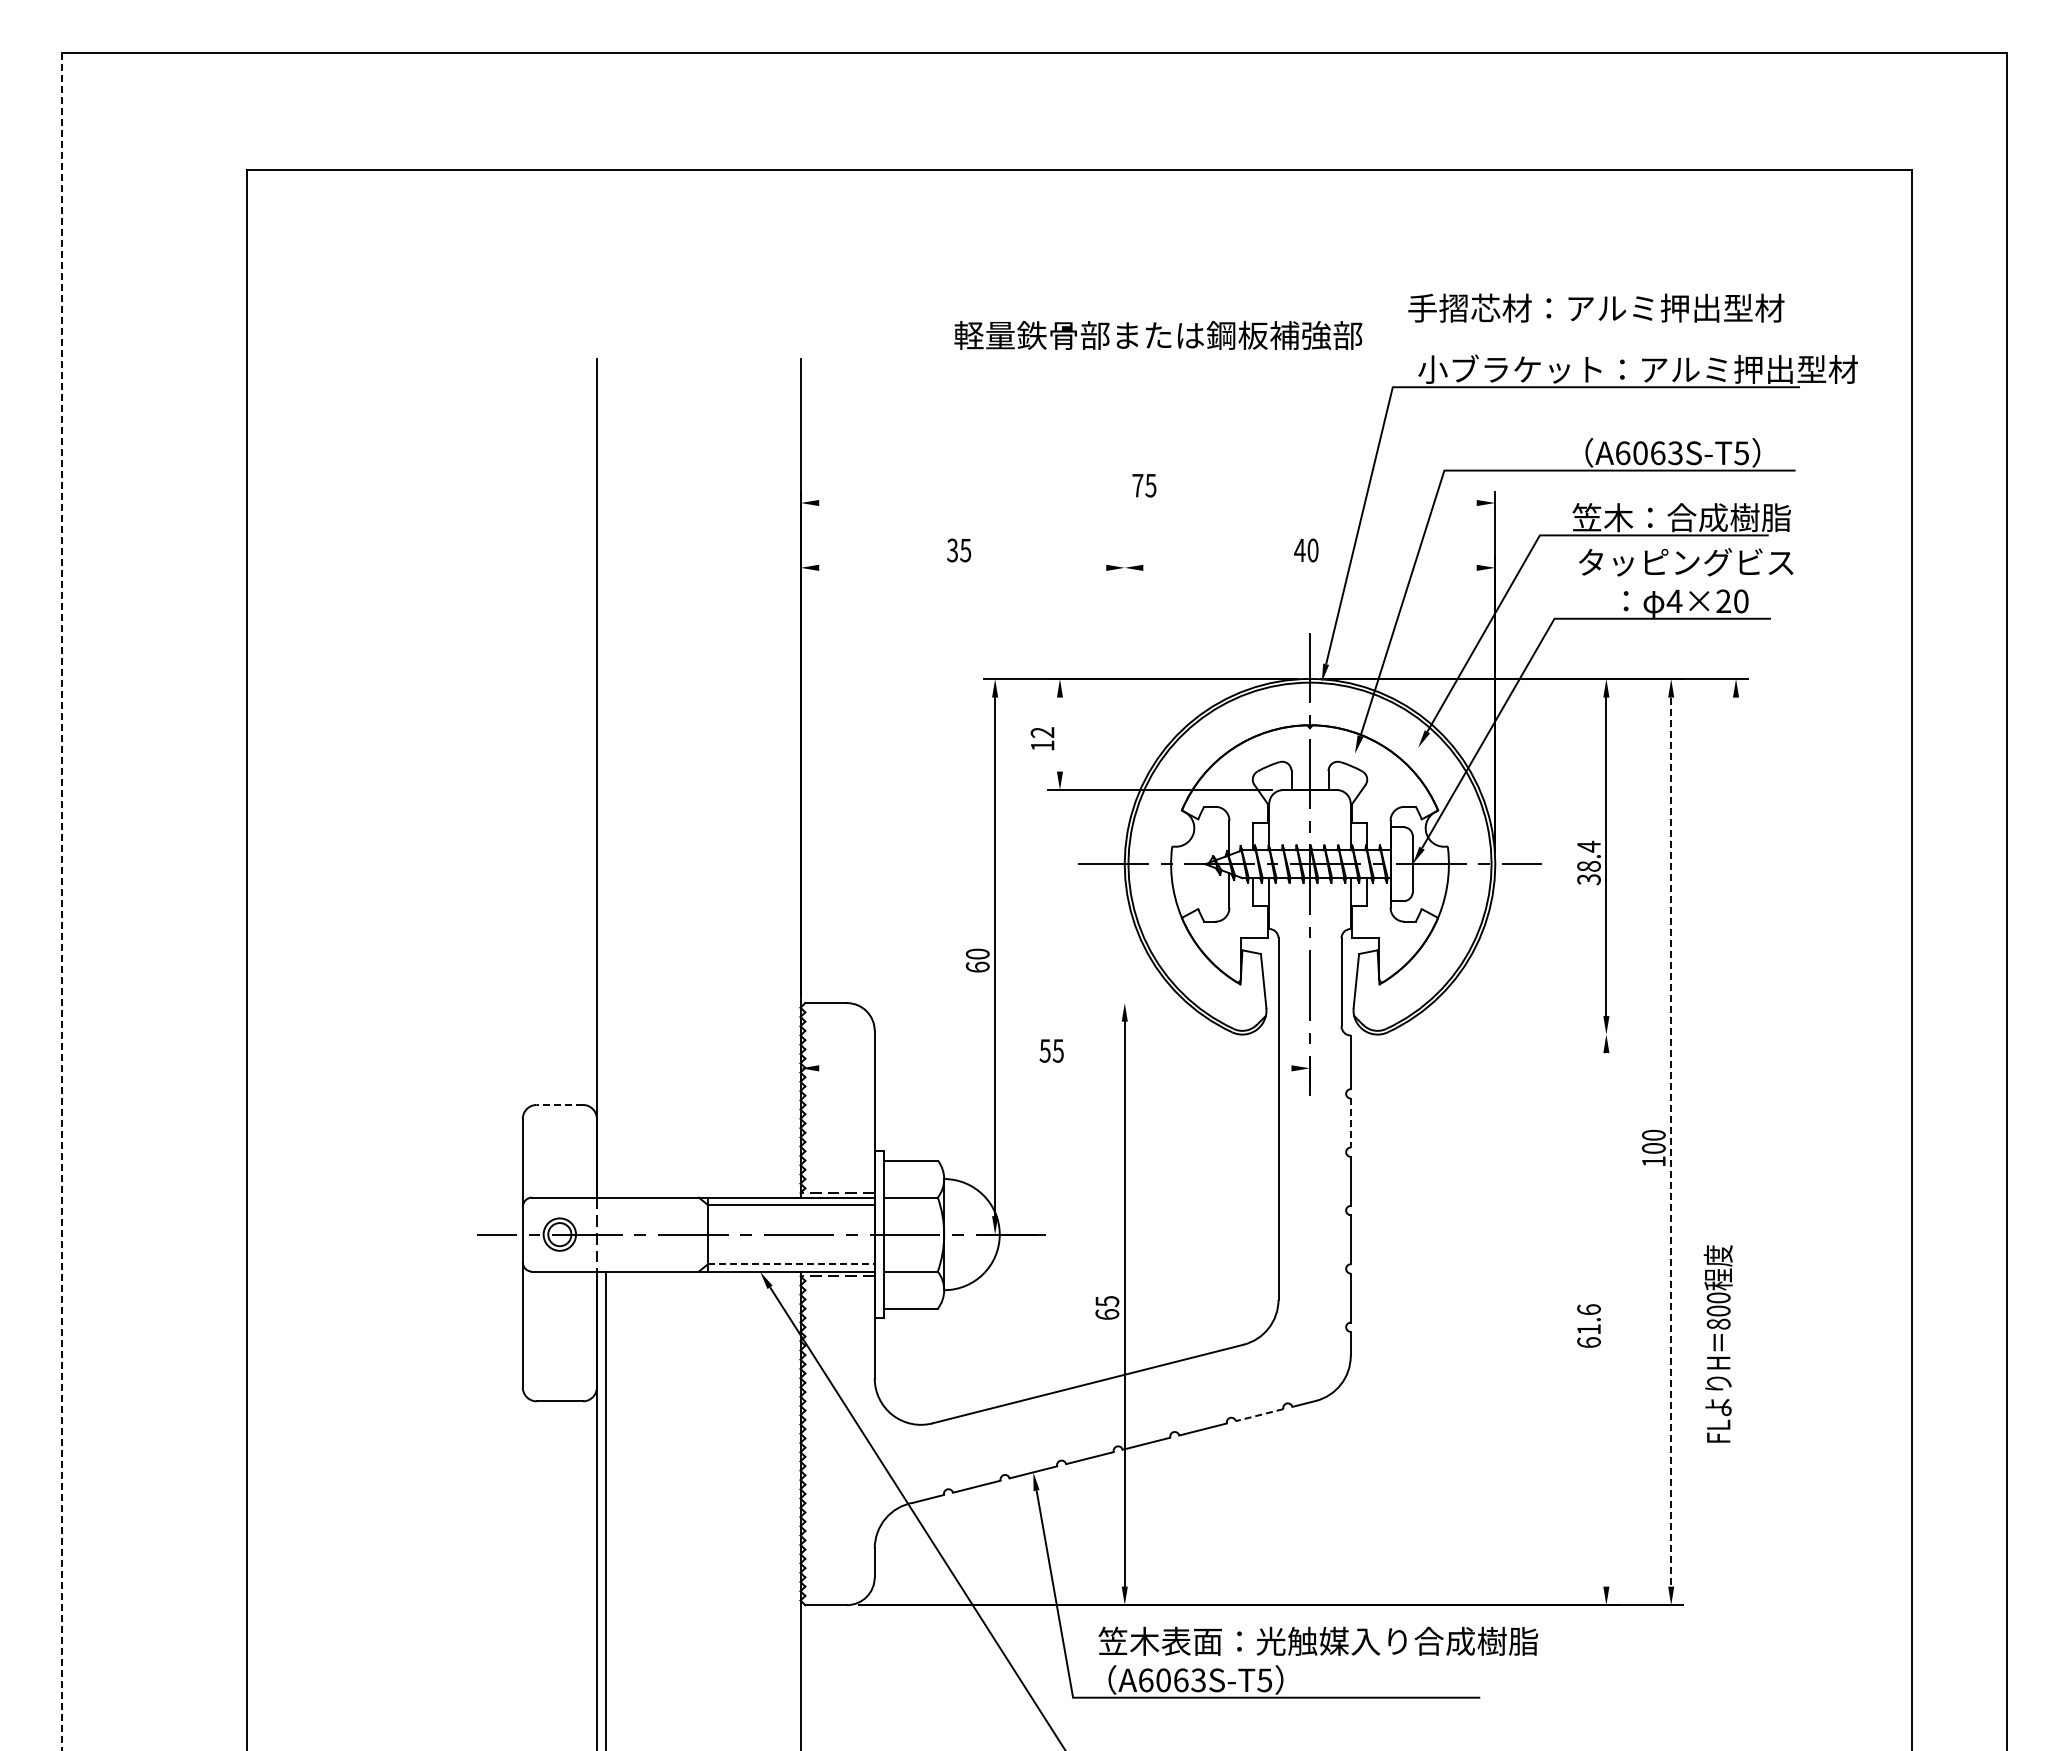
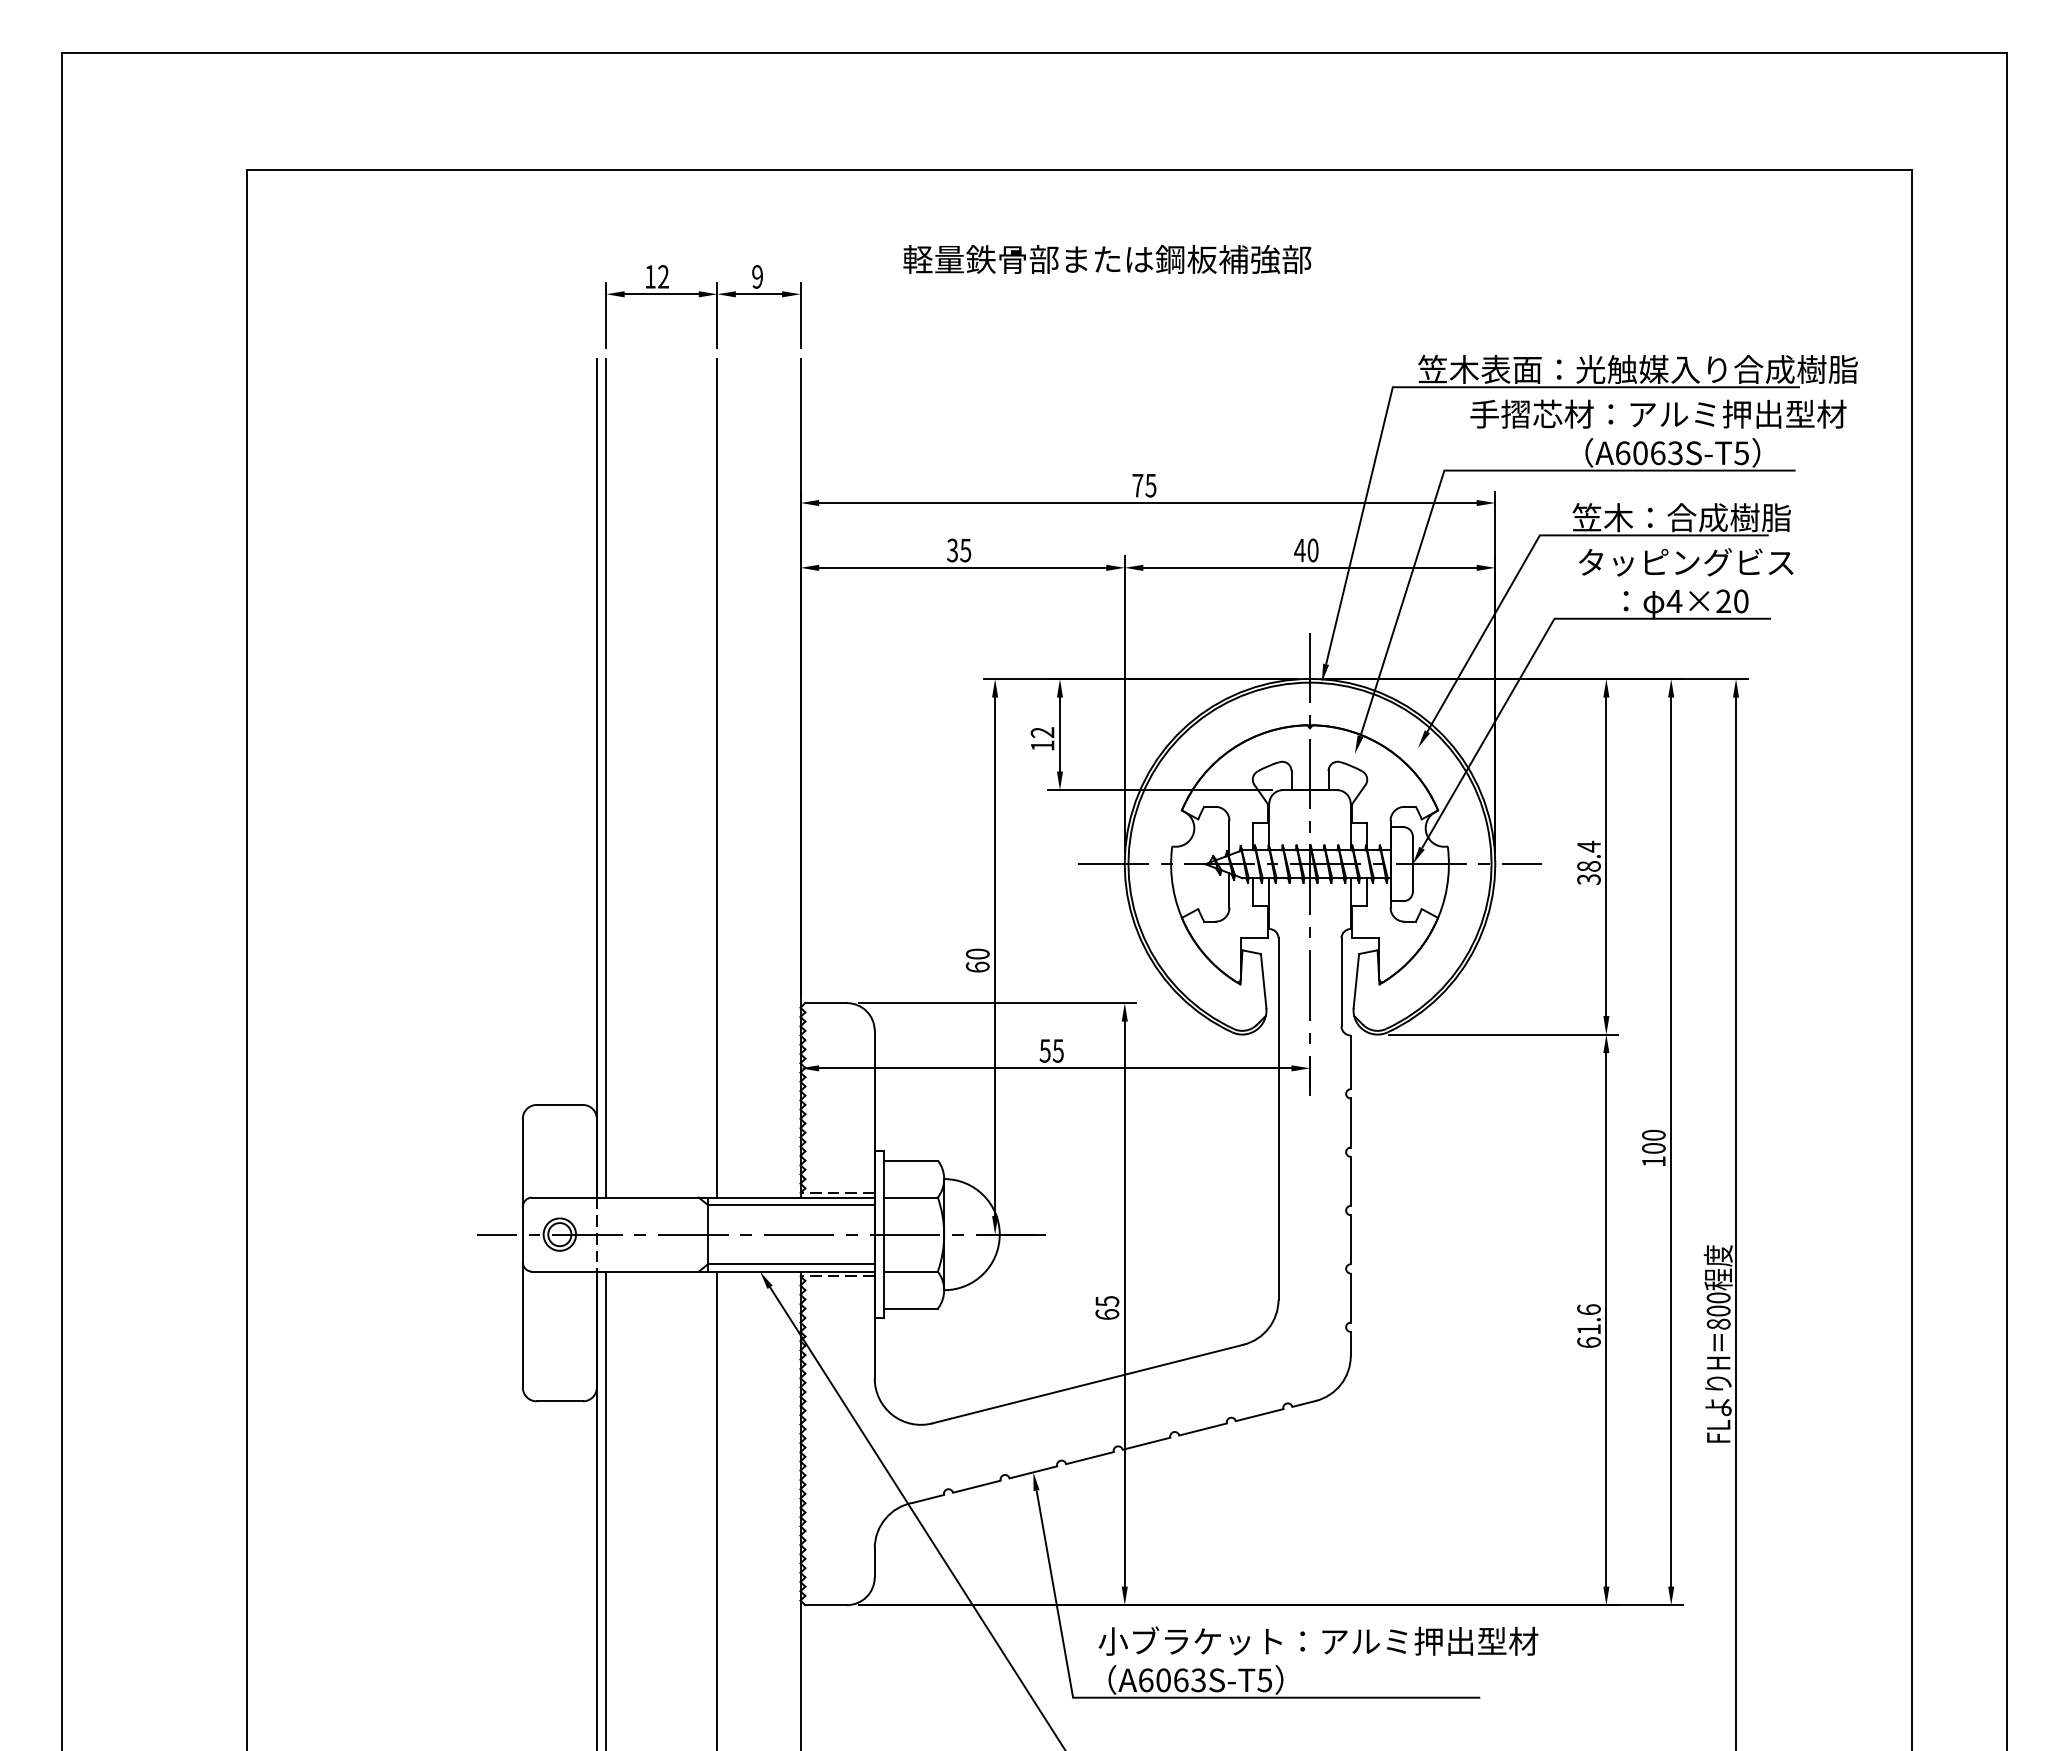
part at (699, 297): none -> present
text at (1596, 307) position: (1596, 307) -> (1658, 413)
text at (1158, 335) position: (1158, 335) -> (1107, 259)
text at (1637, 368): 小ブラケット：アルミ押出型材 -> 笠木表面：光触媒入り合成樹脂
line at (1147, 503): none -> present
line at (962, 567): none -> present
line at (1309, 567): none -> present
line at (1124, 704): none -> present
line at (1059, 734): none -> present
line at (606, 778): none -> present
line at (717, 778): none -> present
line at (62, 901): dashed -> solid
line at (997, 1003): none -> present
line at (1503, 1034): none -> present
line at (1055, 1068): none -> present
line at (559, 1104): dashed -> solid
line at (1350, 1123): dashed -> solid
line at (1671, 1142): dashed -> solid
line at (1736, 1222): none -> present
line at (791, 1264): dashed -> solid
line at (1606, 1319): none -> present
line at (1259, 1415): dashed -> solid
line at (717, 1509): none -> present
text at (1318, 1640): 笠木表面：光触媒入り合成樹脂 -> 小ブラケット：アルミ押出型材
